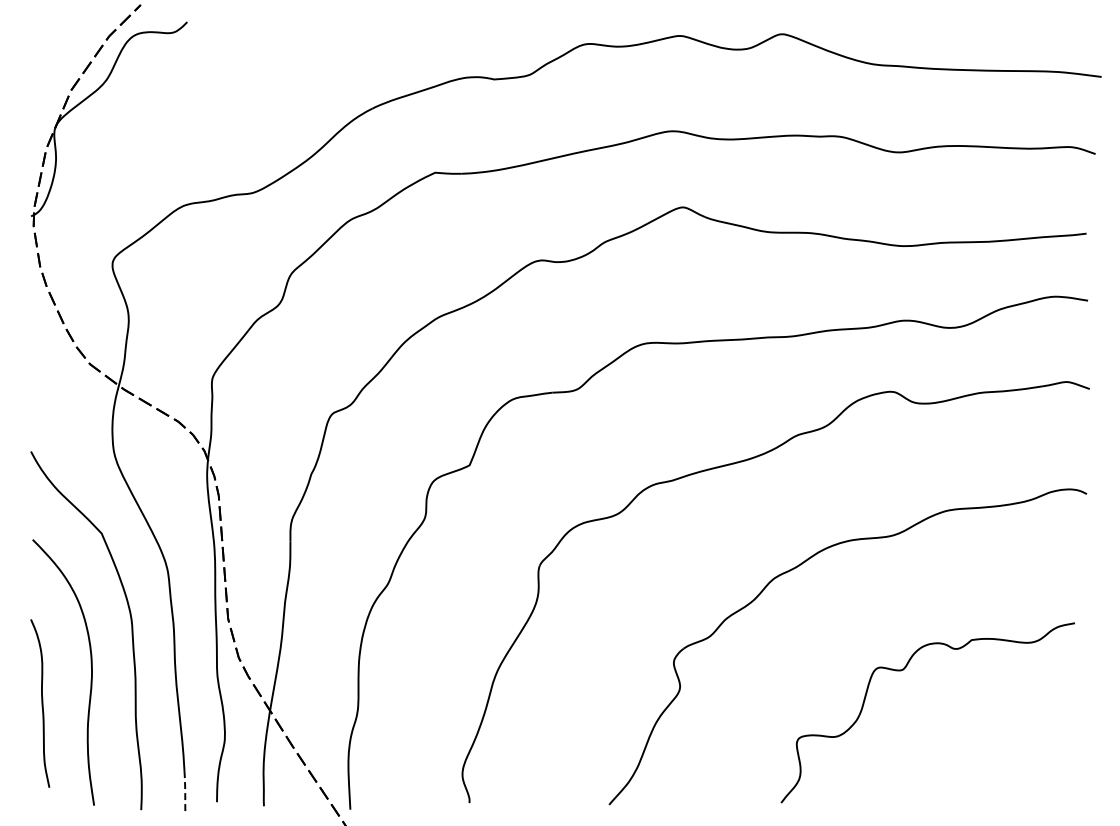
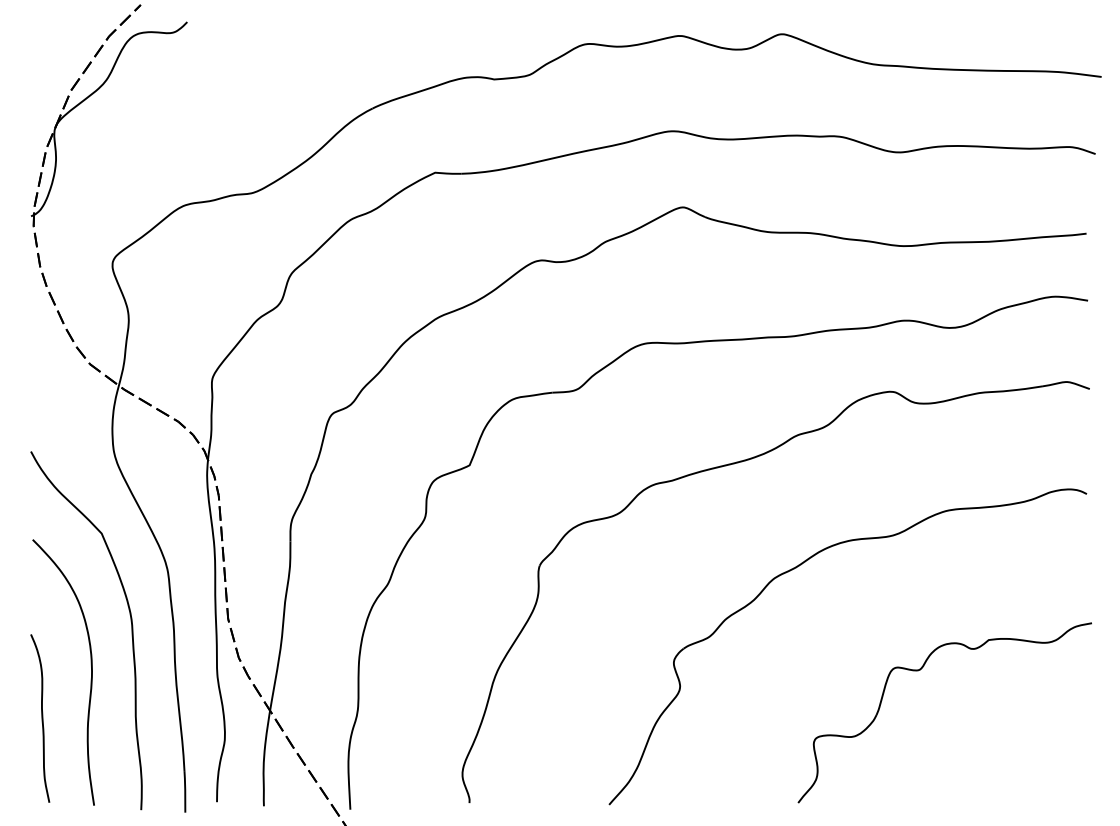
part at (903, 670) position: (903, 670) -> (920, 670)
curve at (41, 703) position: (41, 703) -> (41, 718)
line at (185, 791): dashed -> solid
